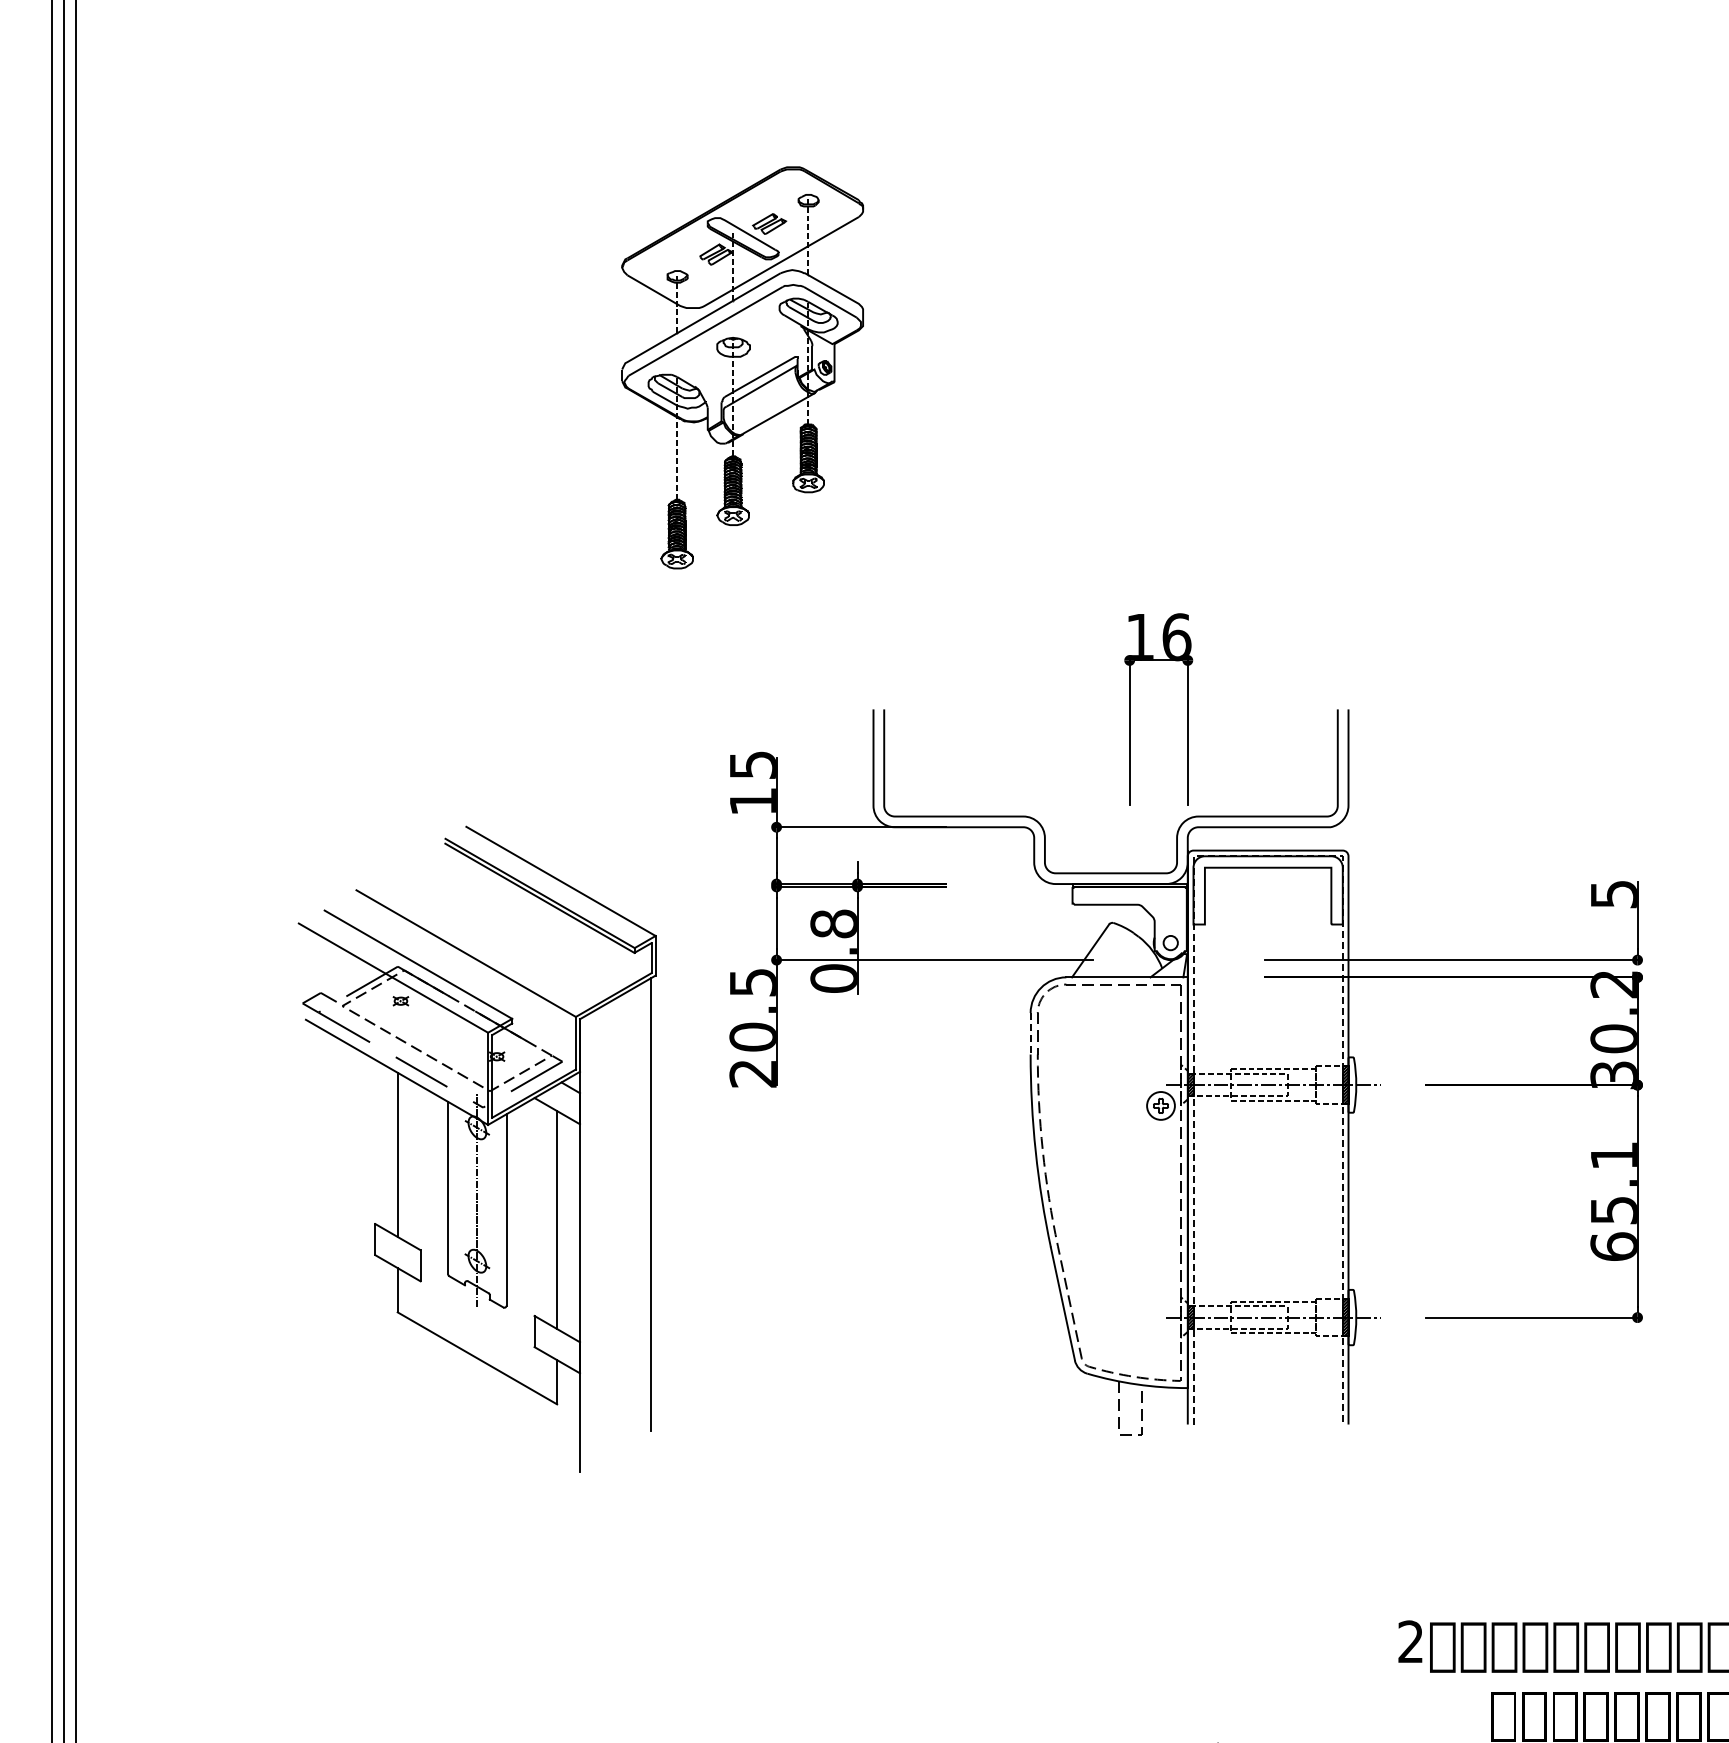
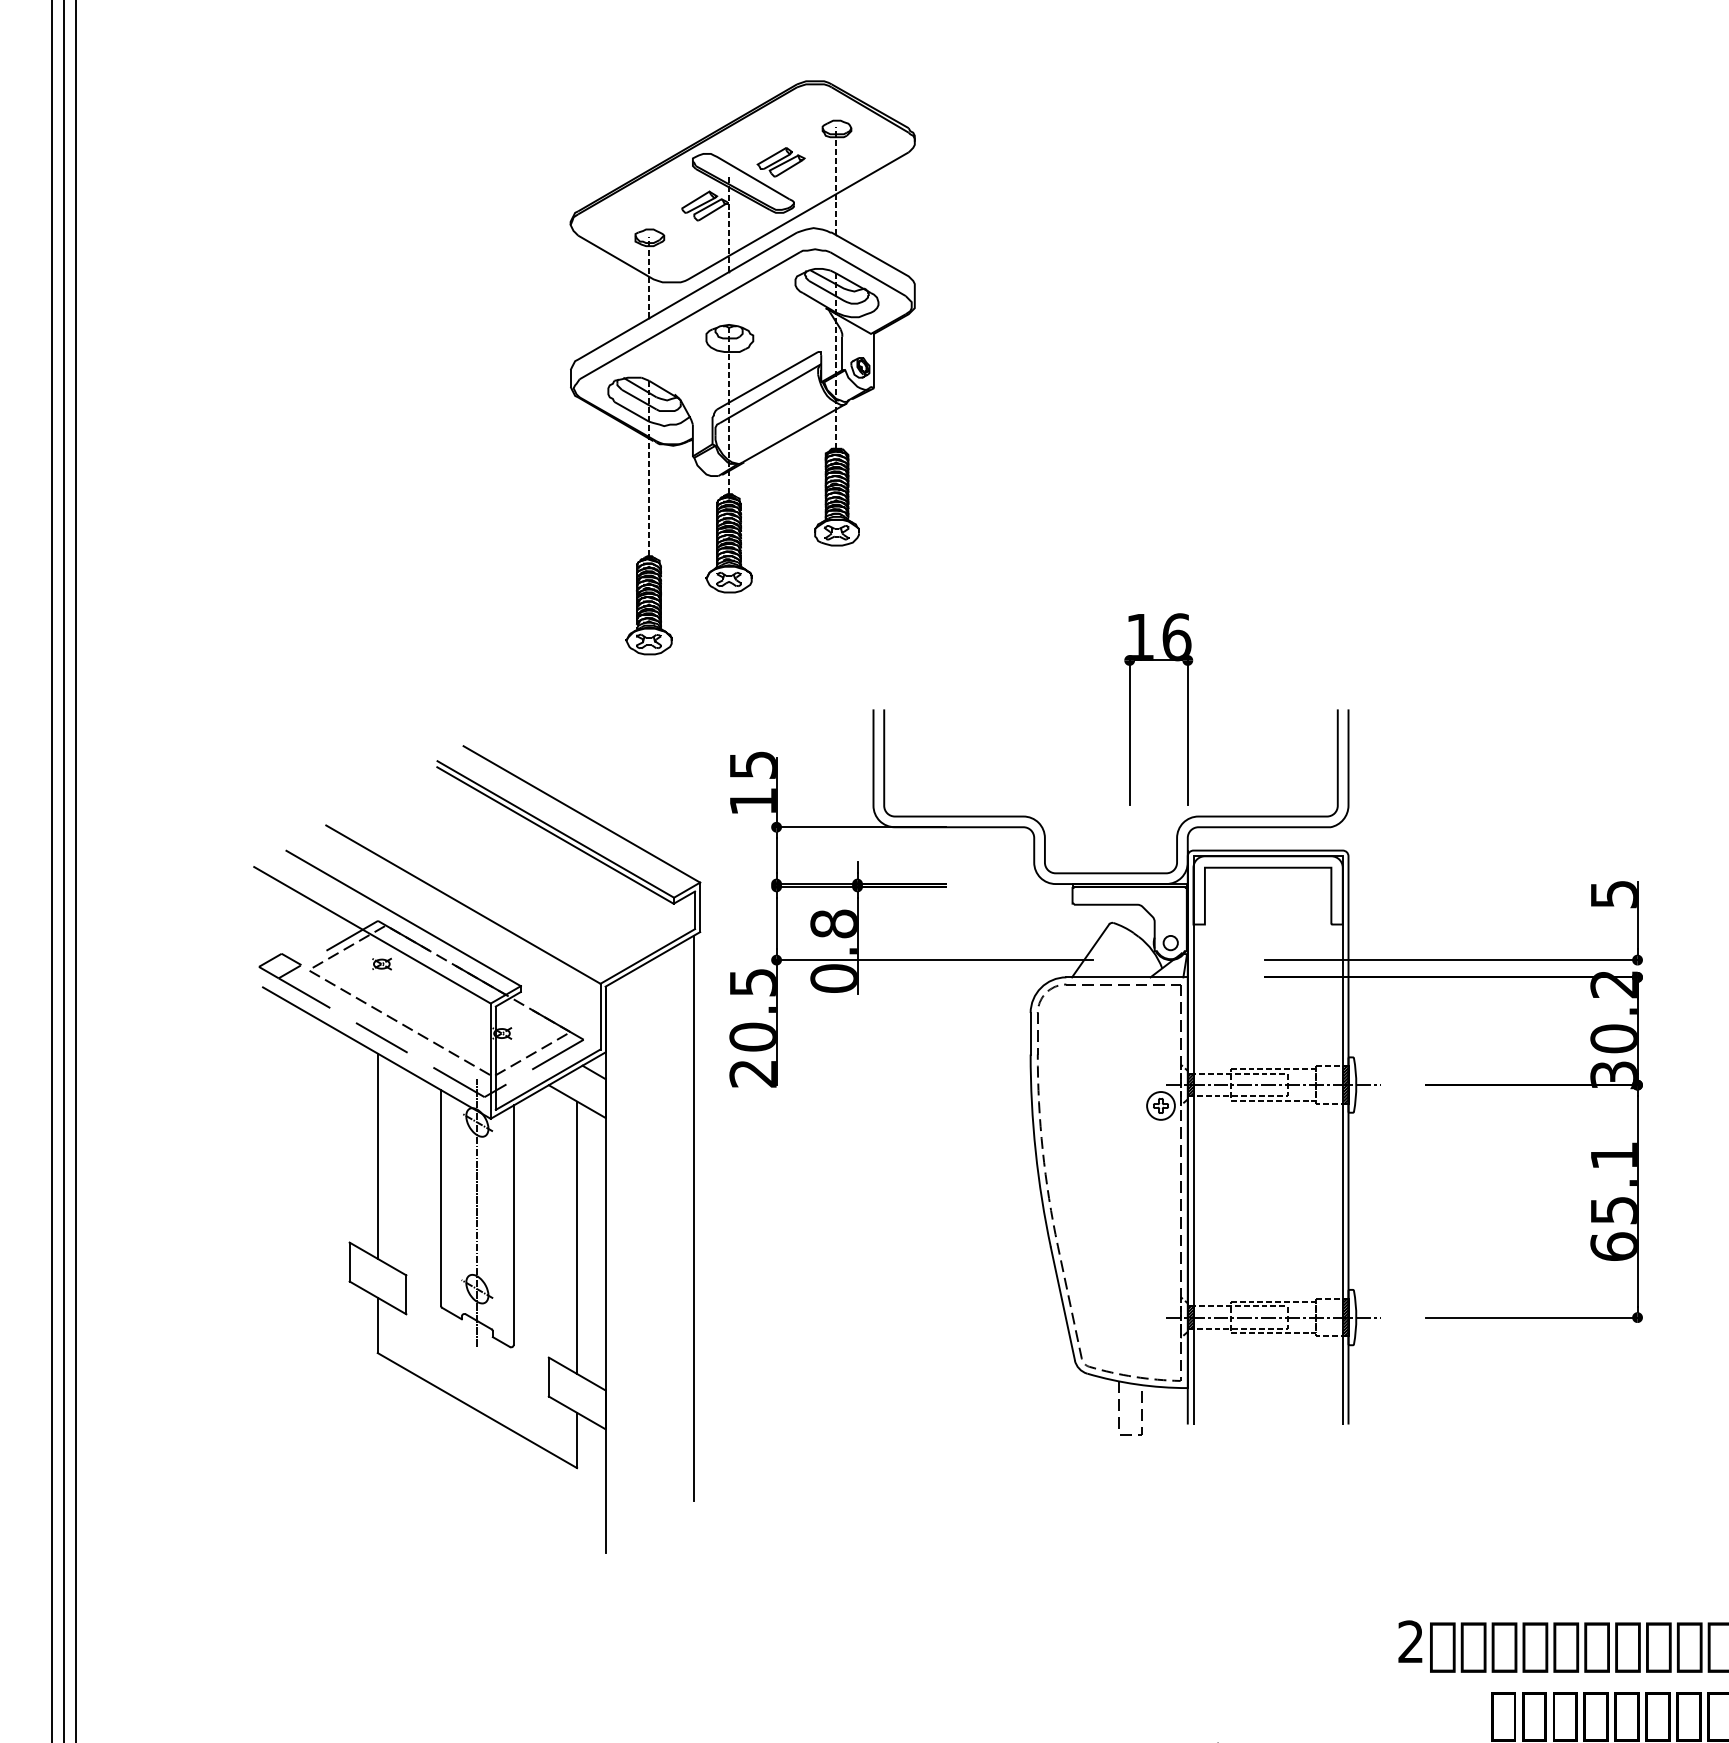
part at (742, 367) size: 244x404 px -> 347x576 px
line at (1268, 856): dashed -> solid
line at (1030, 1033): dashed -> solid
part at (476, 1148) size: 360x648 px -> 449x809 px
